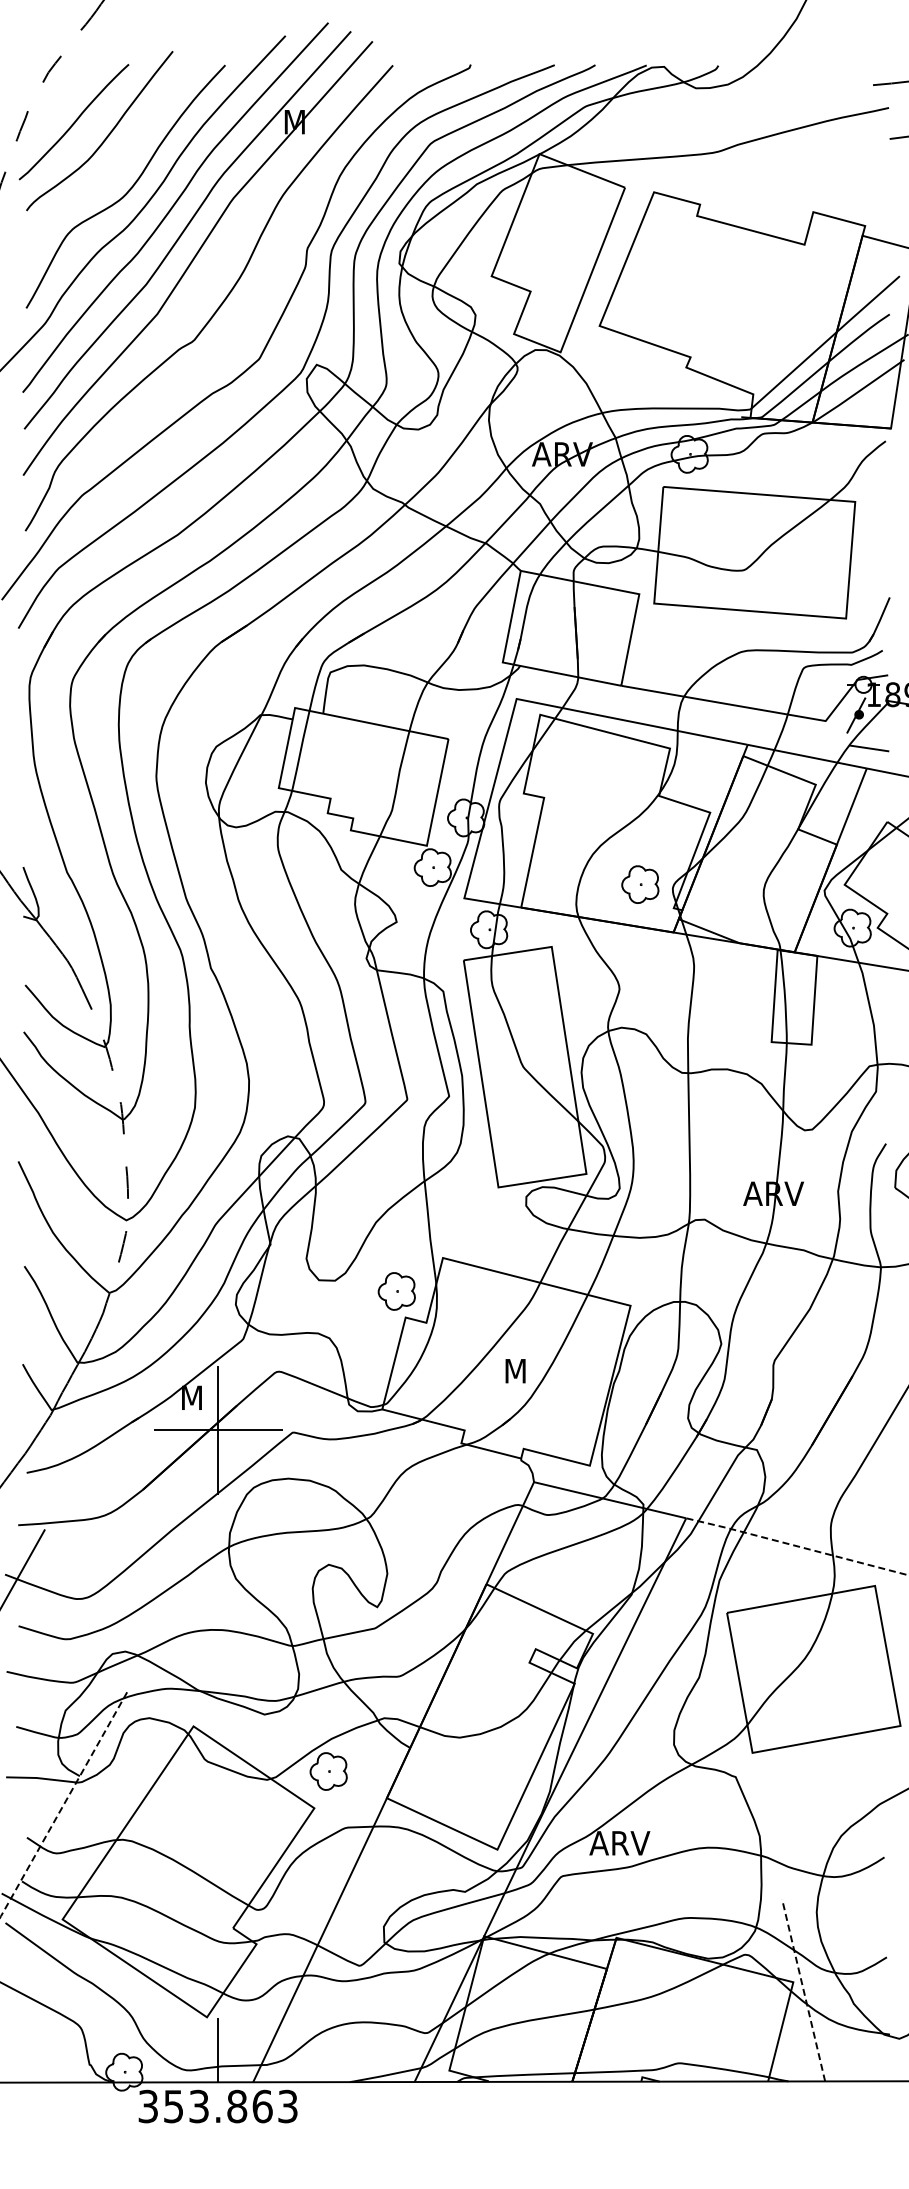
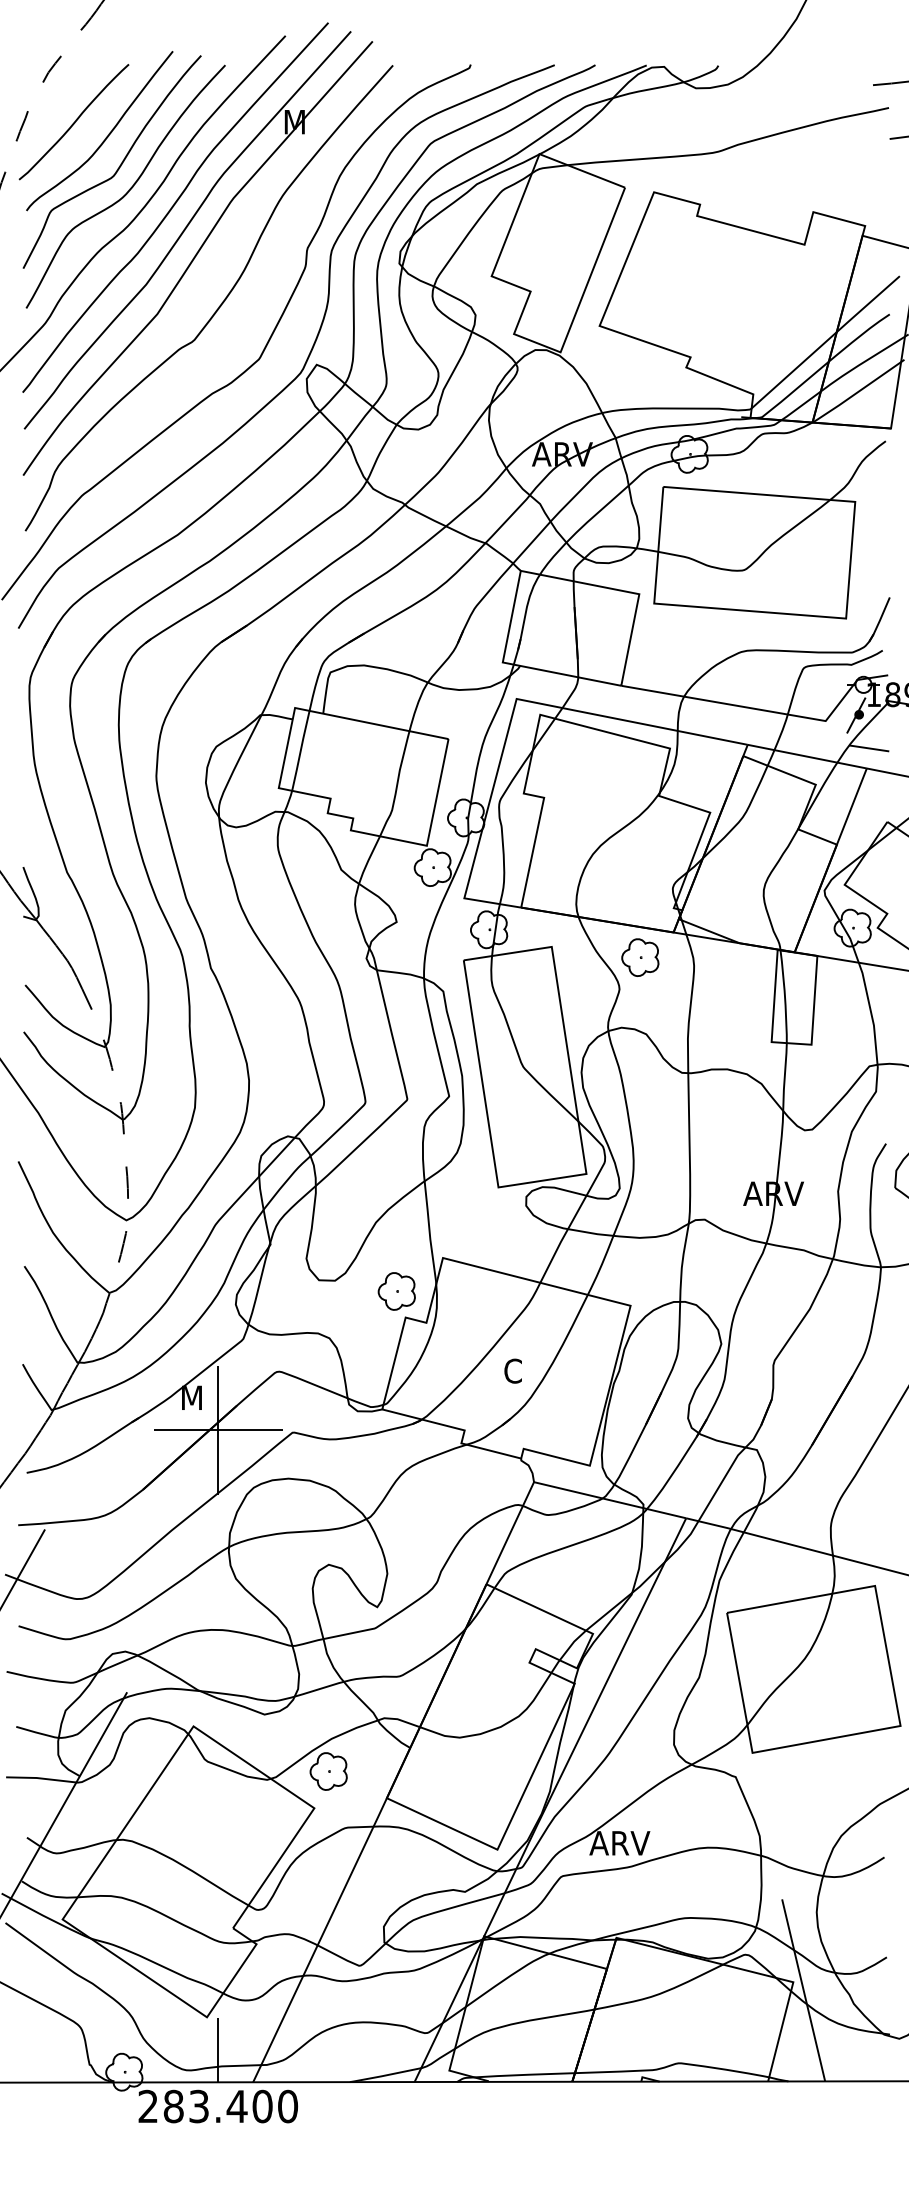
curve at (119, 165): none -> present
part at (640, 884) position: (640, 884) -> (640, 957)
text at (514, 1370): M -> C
line at (796, 1546): dashed -> solid
line at (63, 1805): dashed -> solid
line at (803, 1990): dashed -> solid
text at (218, 2106): 353.863 -> 283.400
